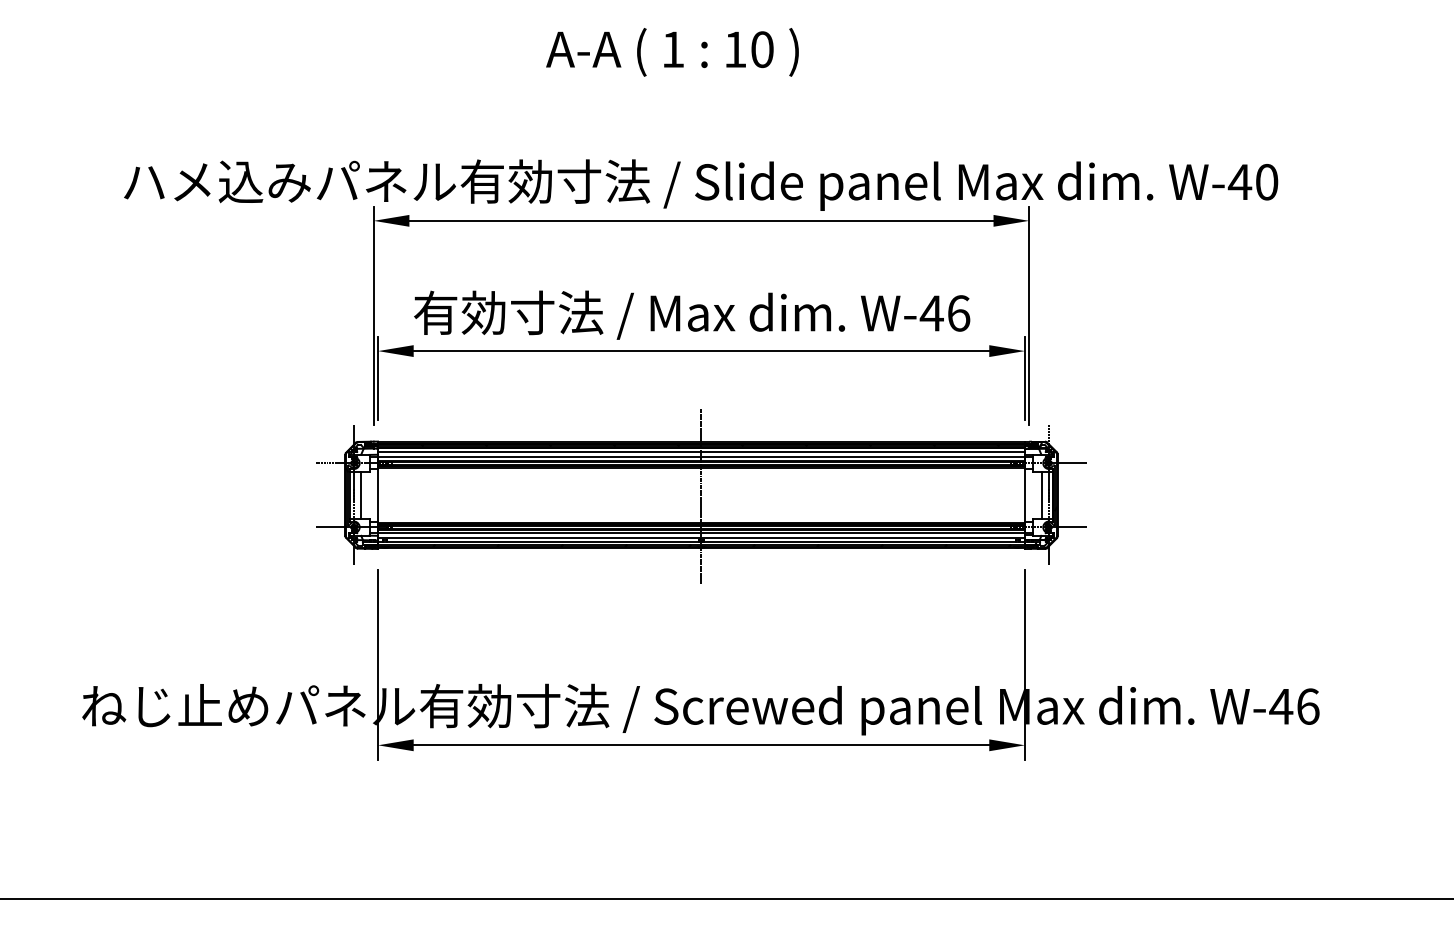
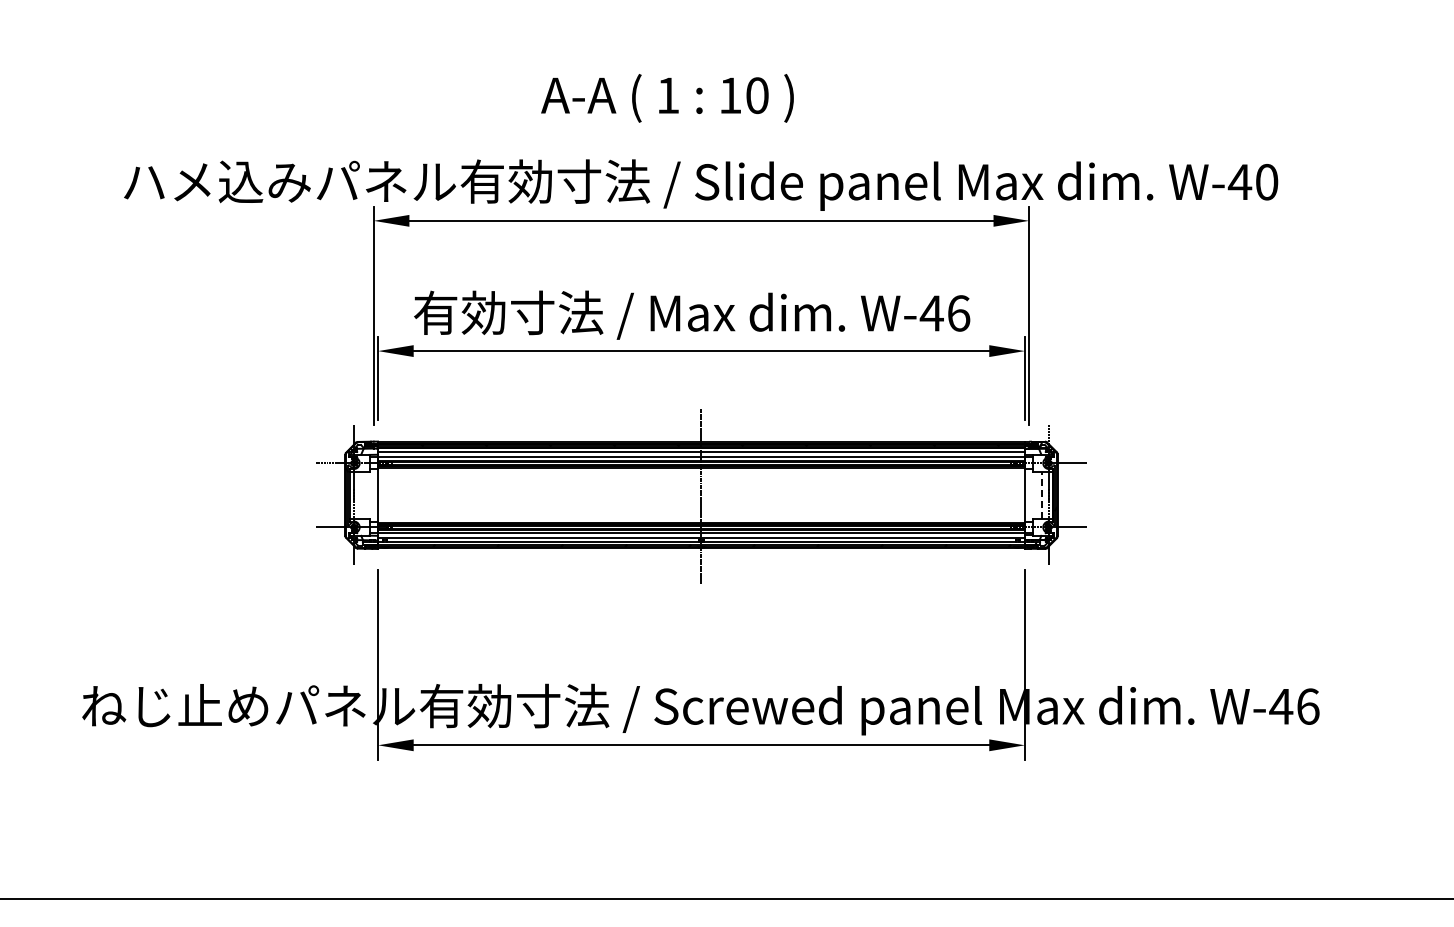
text at (672, 52) position: (672, 52) -> (667, 98)
line at (361, 494): present -> none
line at (1041, 495): solid -> dashed
